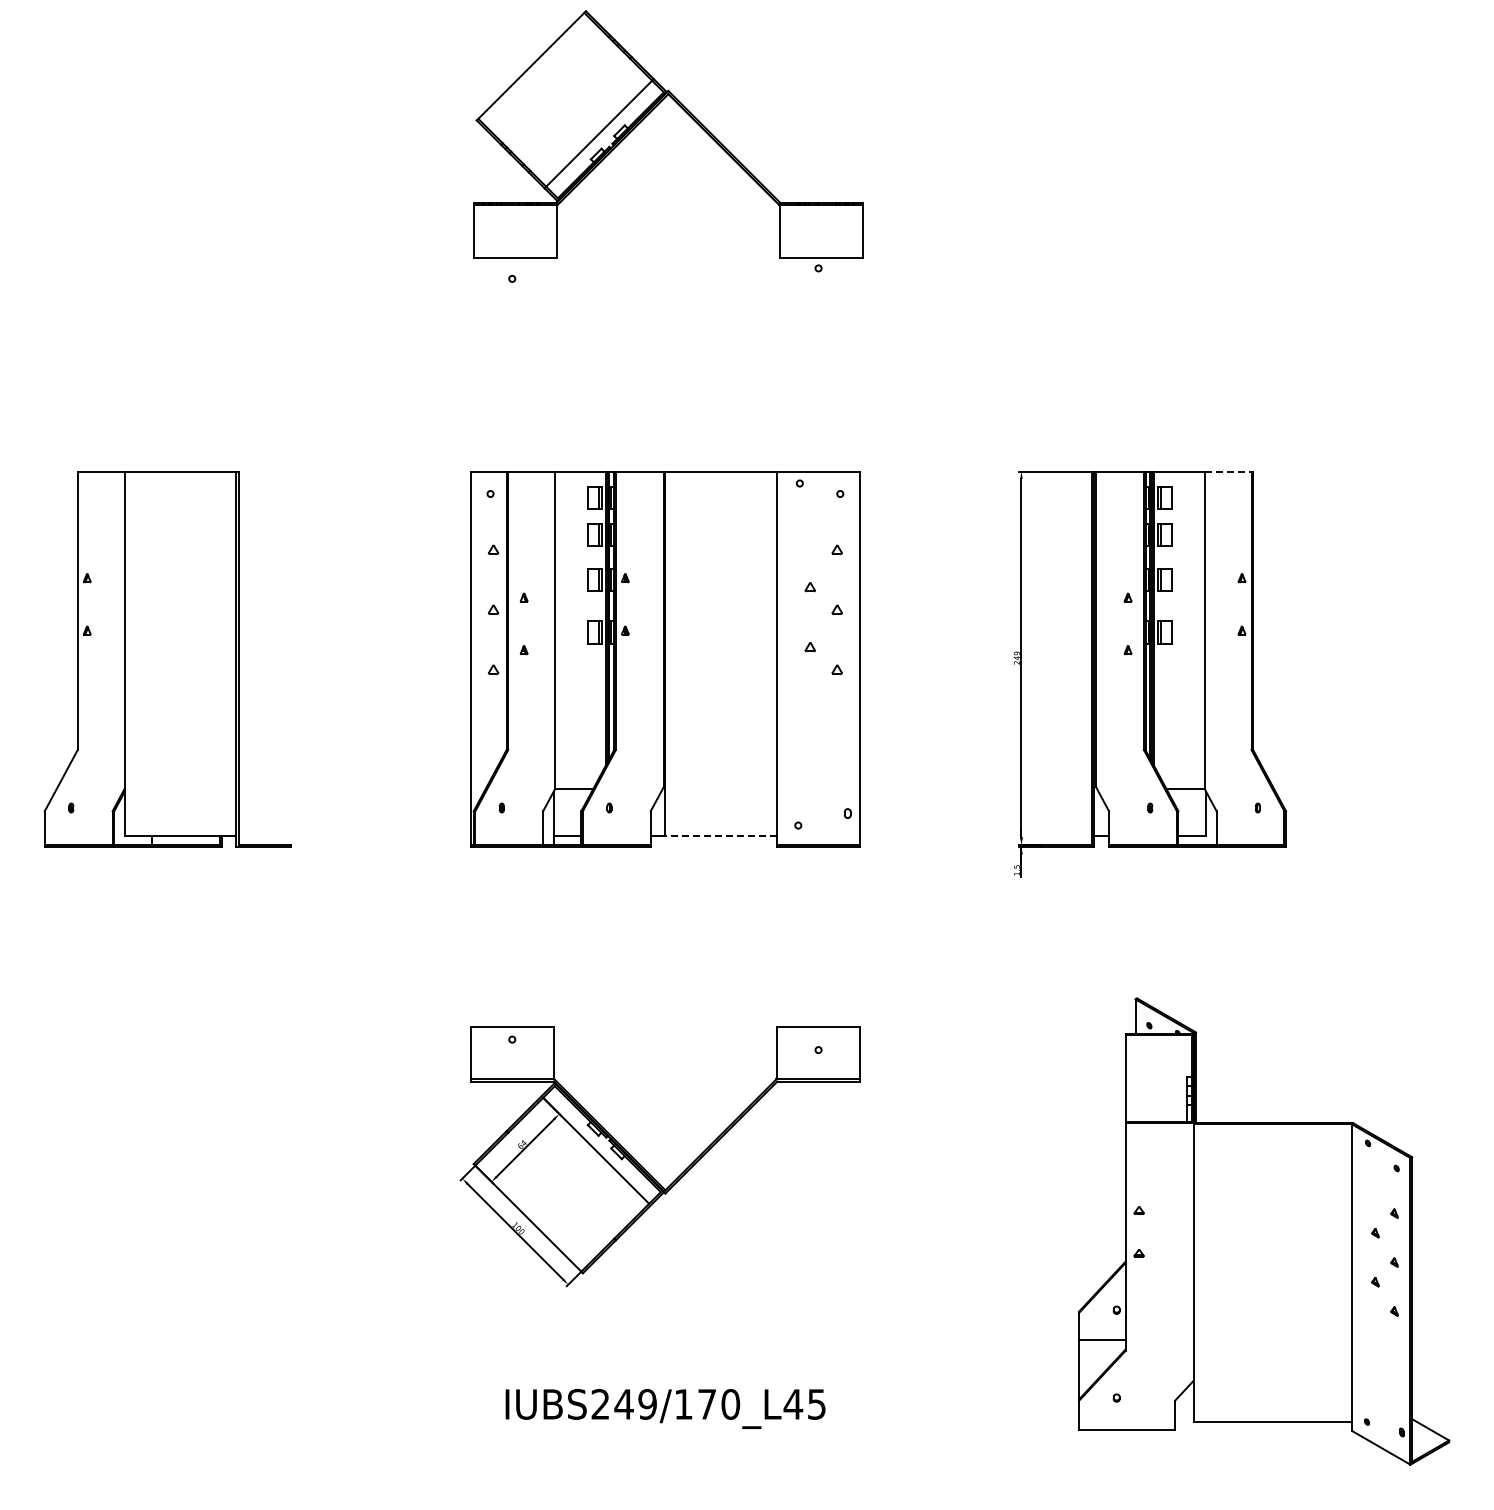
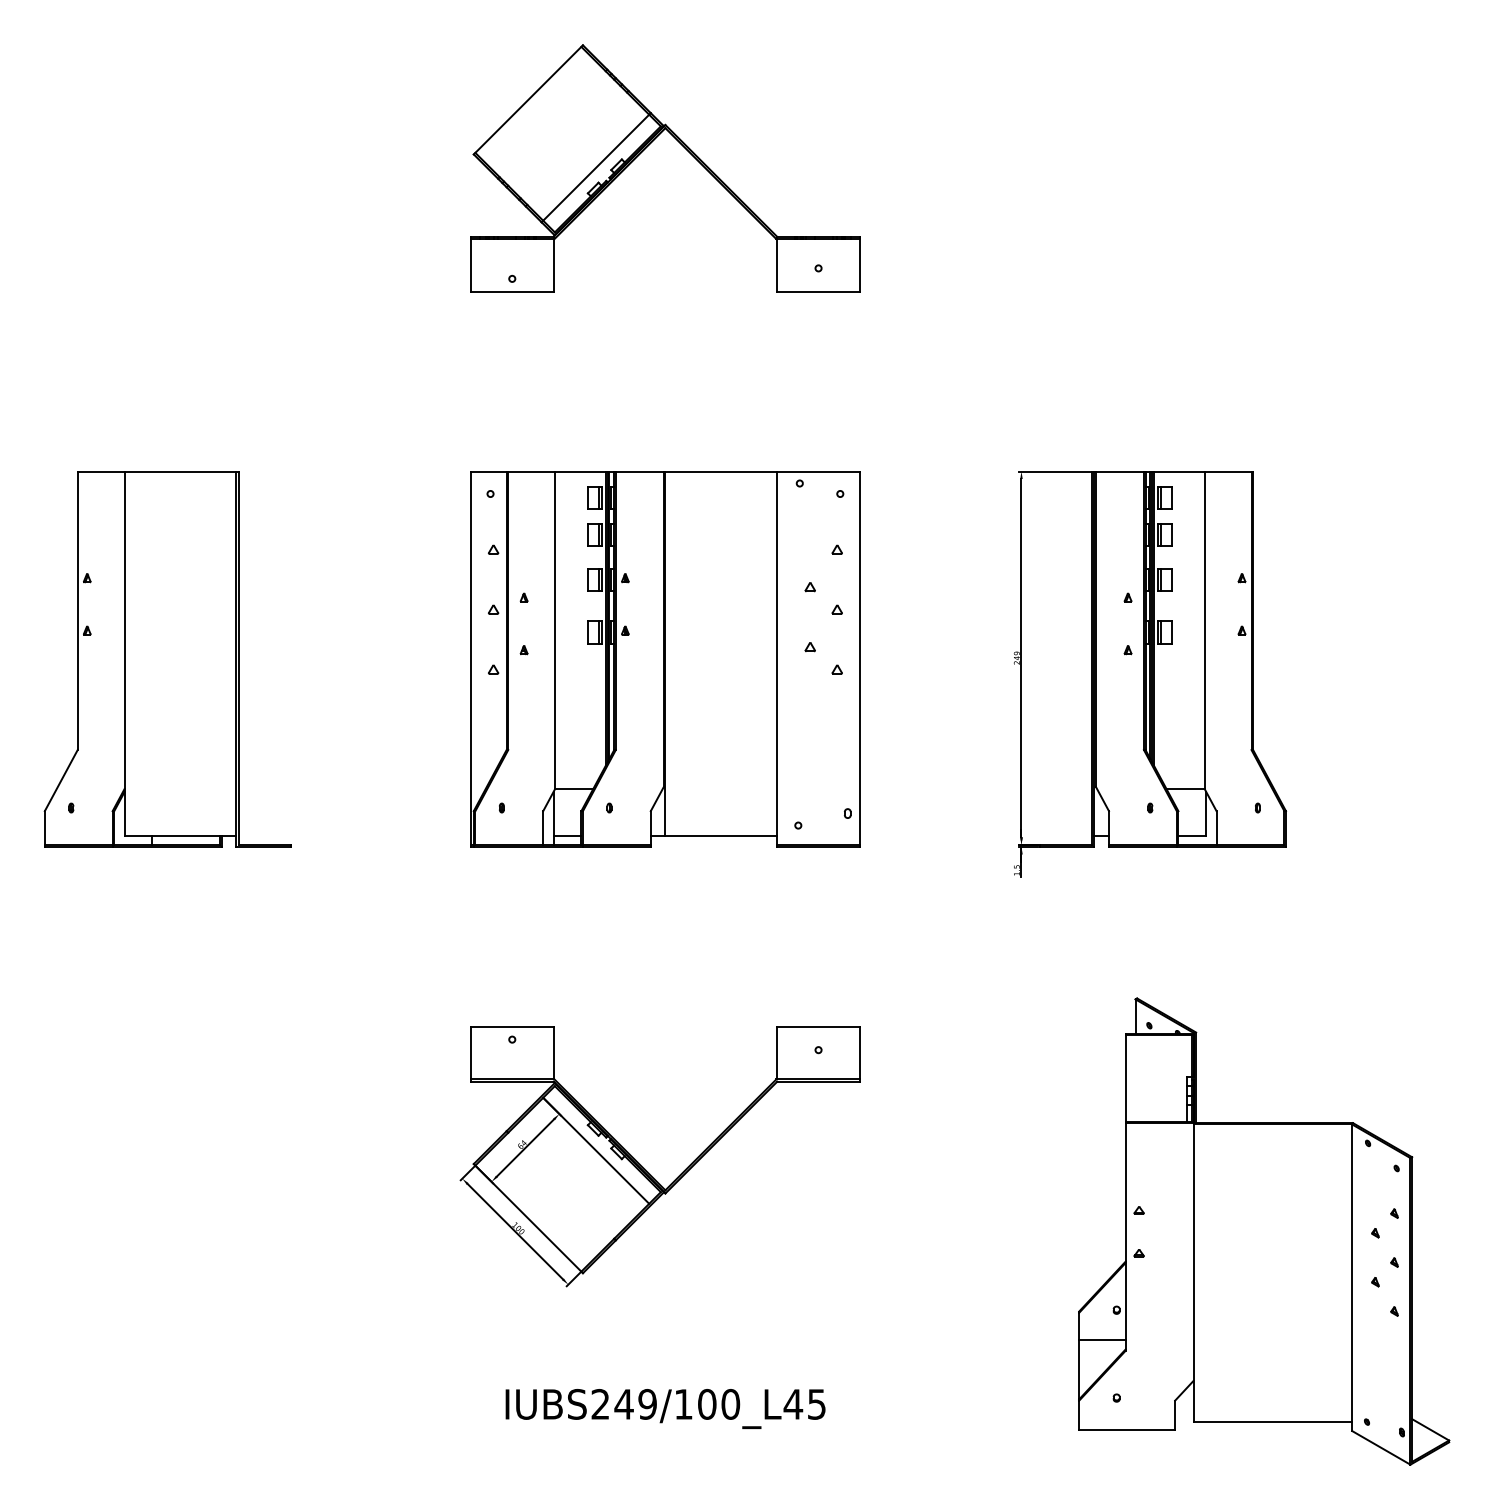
part at (649, 114) position: (649, 114) -> (646, 148)
line at (1228, 471): dashed -> solid
line at (721, 836): dashed -> solid
text at (707, 1403): IUBS249/170_L45 -> IUBS249/100_L45
